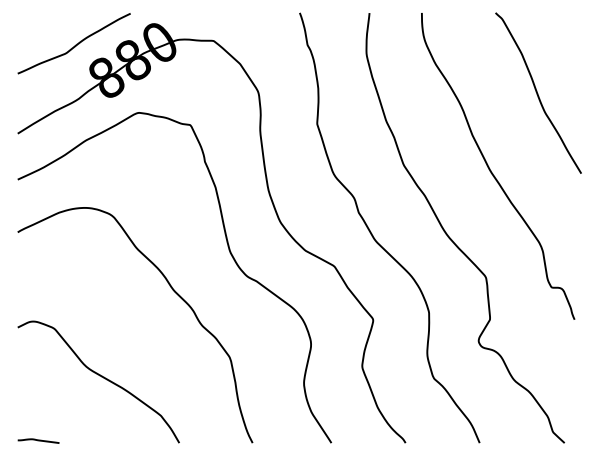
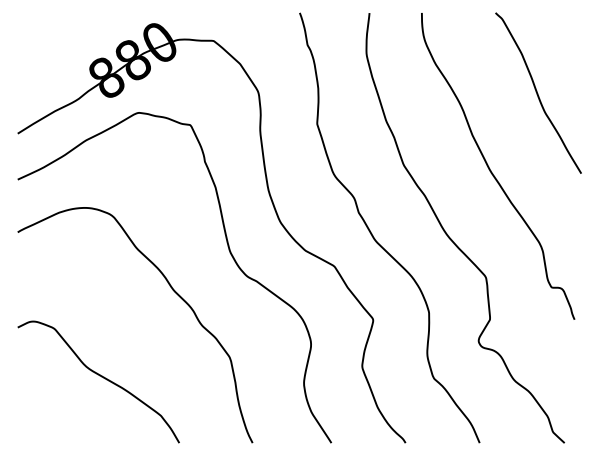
curve at (75, 44): present -> none
curve at (38, 440): present -> none
